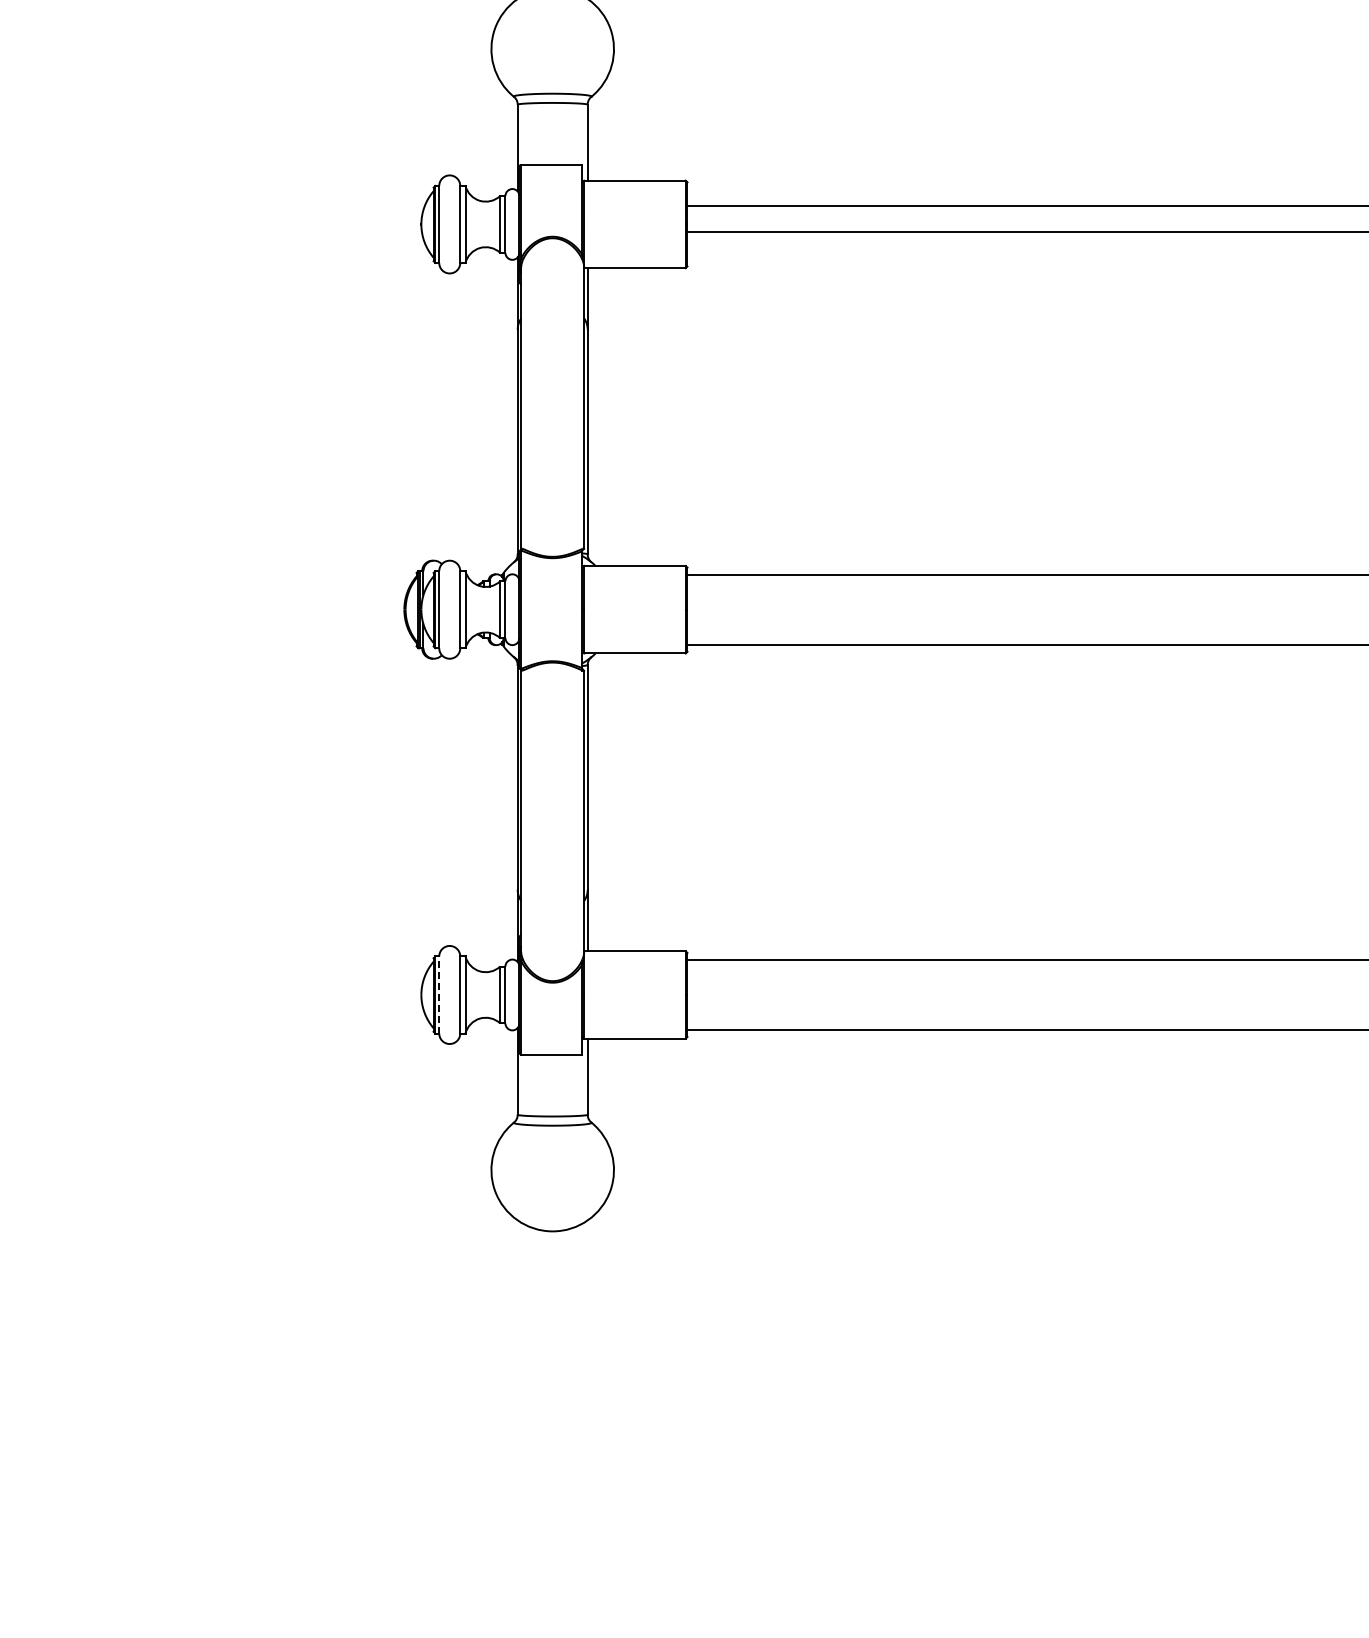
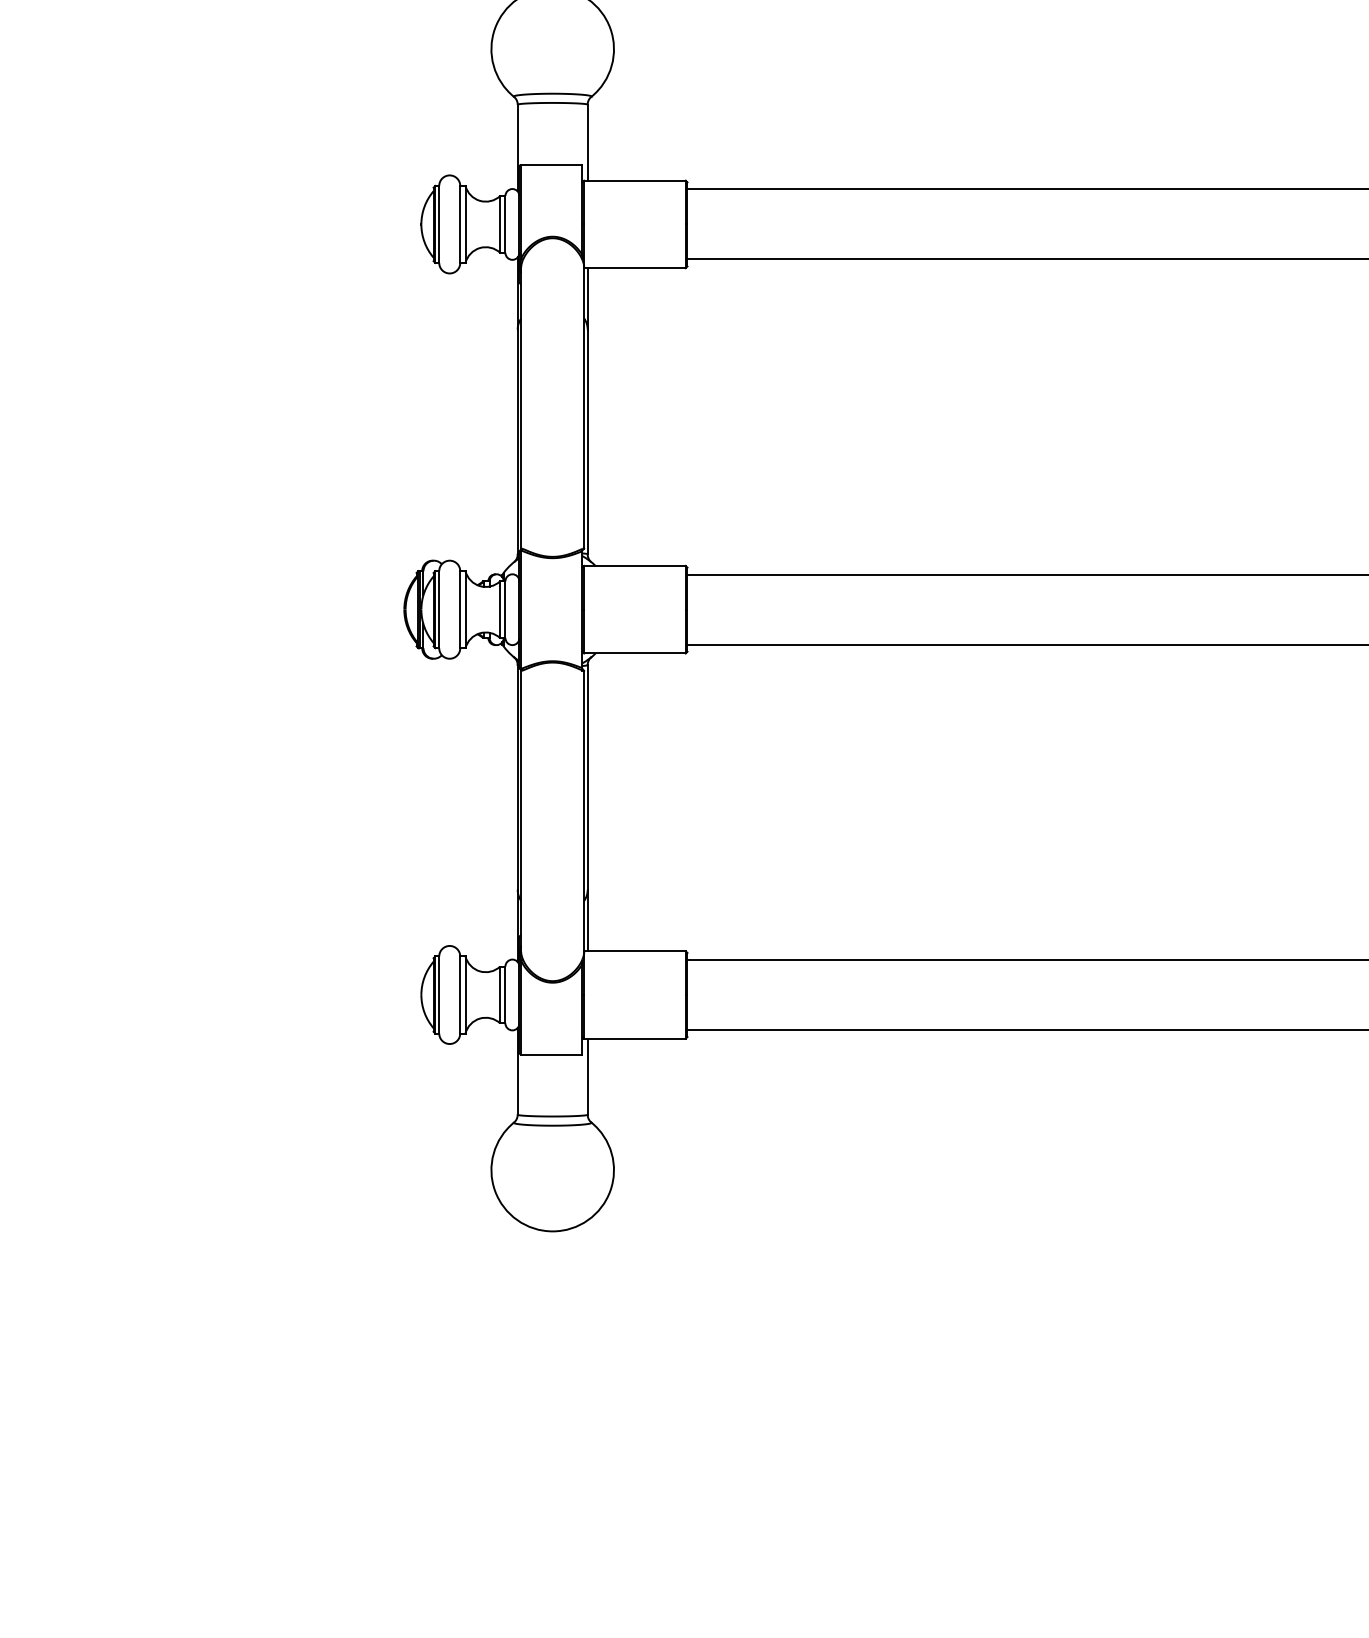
line at (1026, 206) position: (1026, 206) -> (1026, 189)
line at (1026, 232) position: (1026, 232) -> (1026, 259)
line at (439, 994): dashed -> solid
